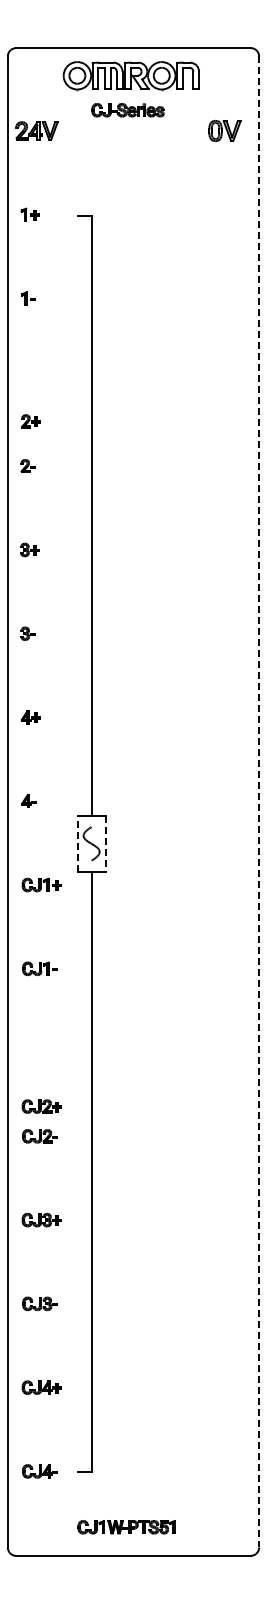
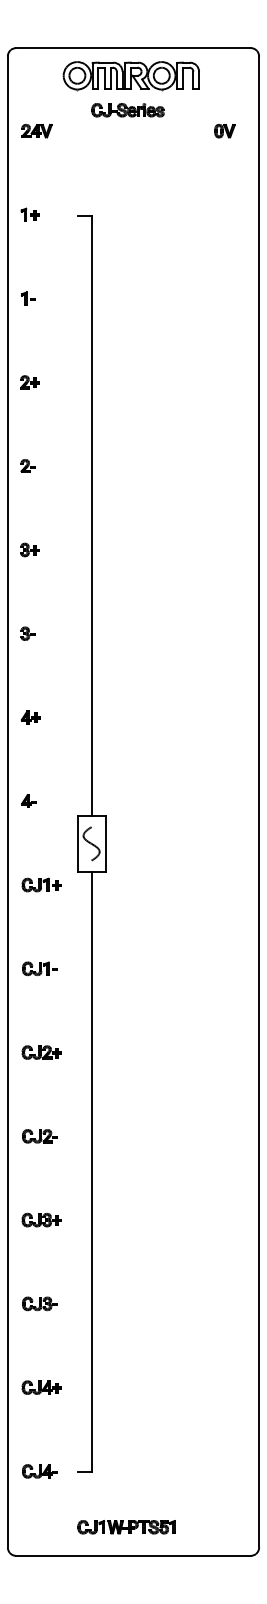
part at (36, 130) size: 44x20 px -> 32x15 px
part at (224, 130) size: 34x22 px -> 22x15 px
part at (30, 421) position: (30, 421) -> (29, 382)
line at (259, 801): dashed -> solid
line at (77, 843): dashed -> solid
line at (105, 843): dashed -> solid
part at (41, 1106) position: (41, 1106) -> (41, 1052)
